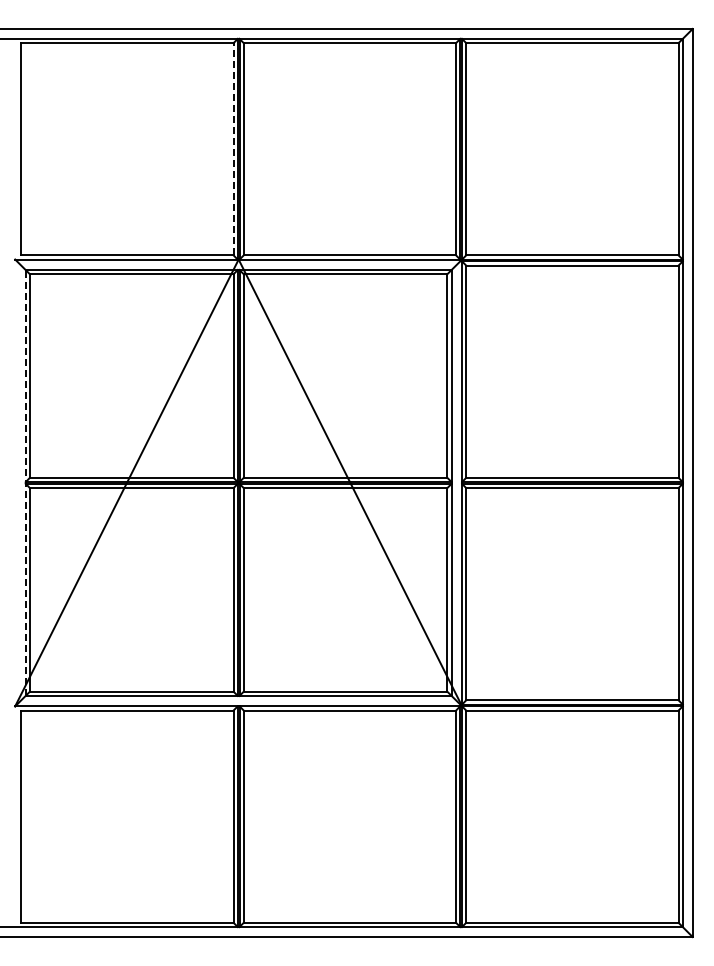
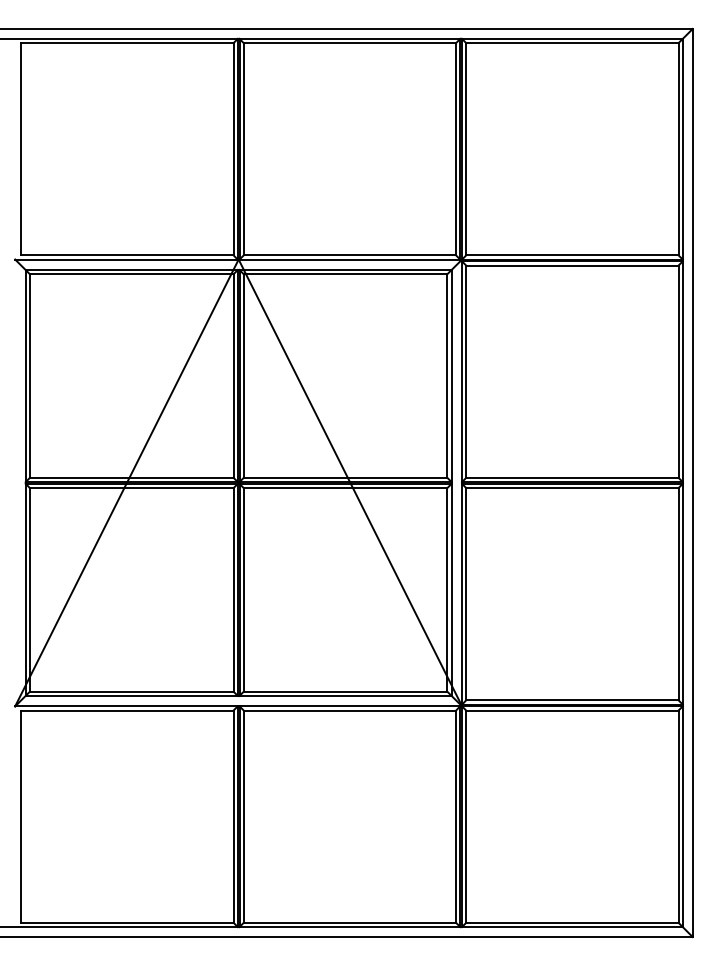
line at (233, 148): dashed -> solid
line at (25, 482): dashed -> solid
